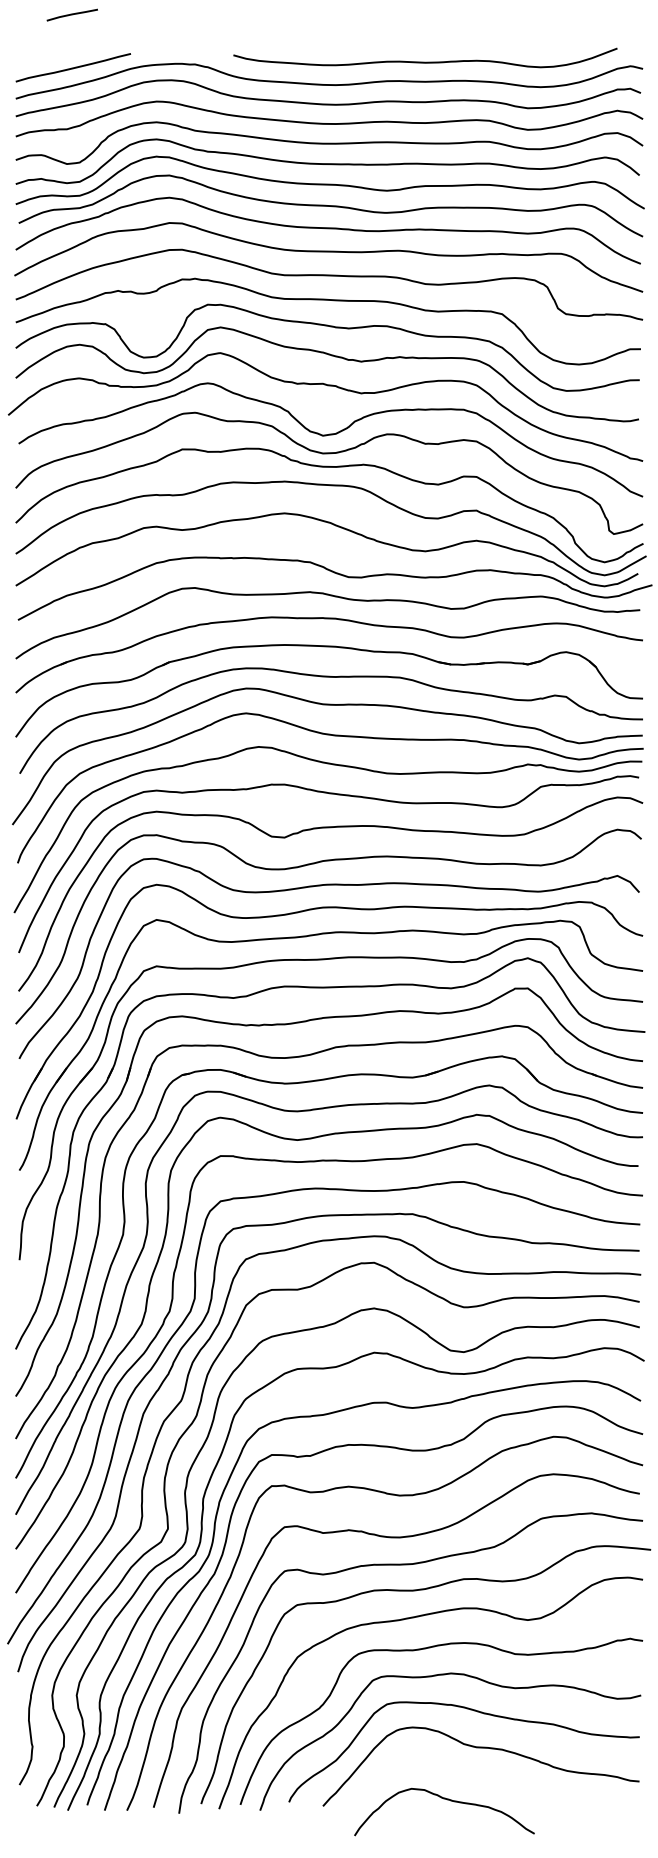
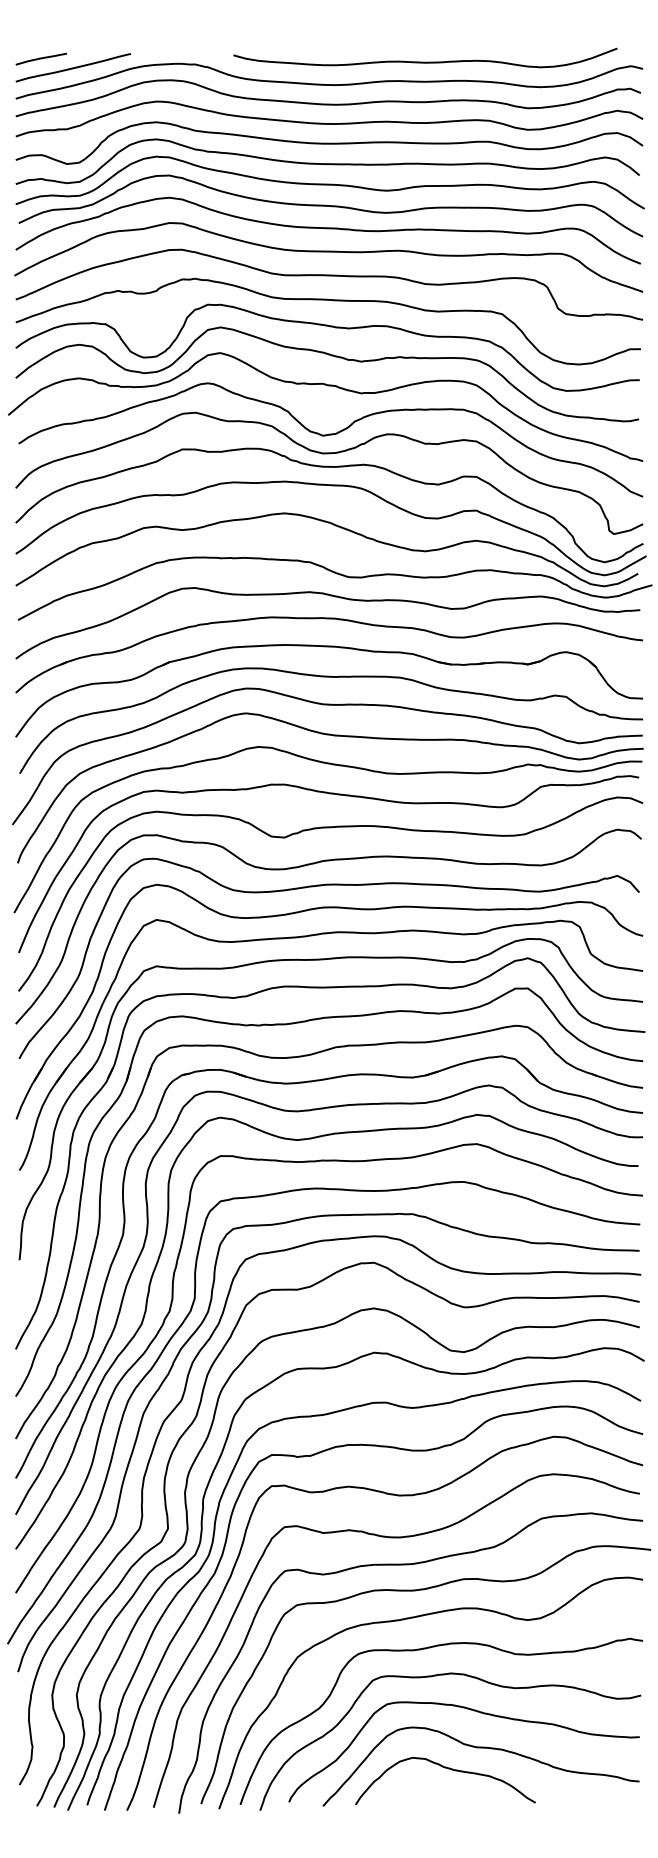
line at (71, 14) position: (71, 14) -> (40, 58)
curve at (447, 1800) position: (447, 1800) -> (448, 1769)
